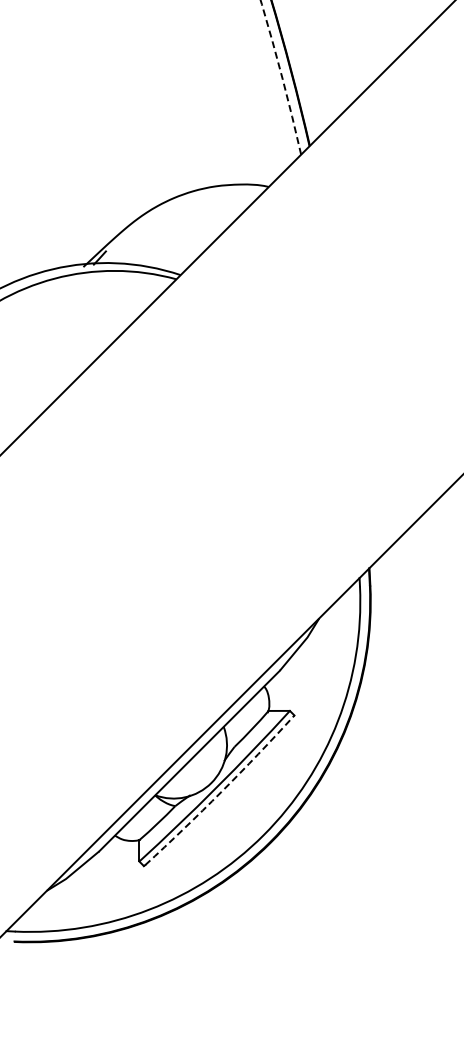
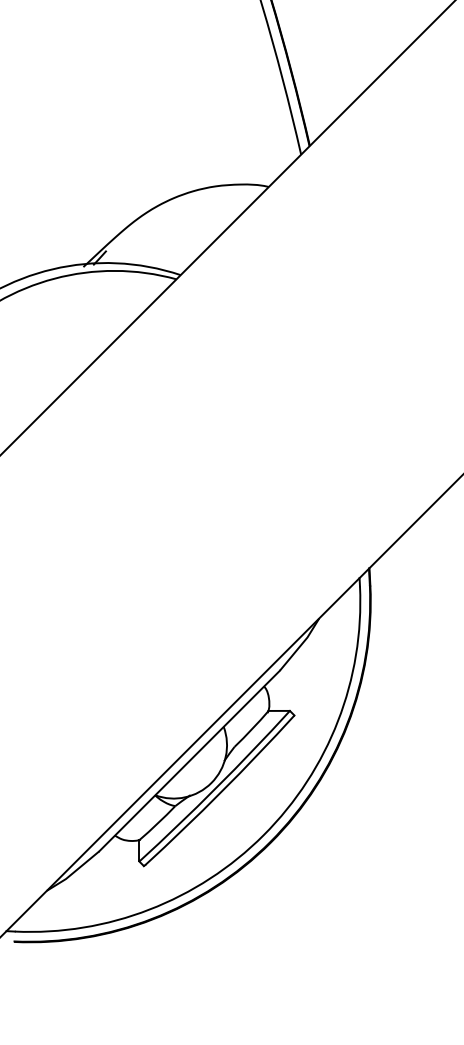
arc at (282, 77): dashed -> solid
arc at (221, 791): dashed -> solid
